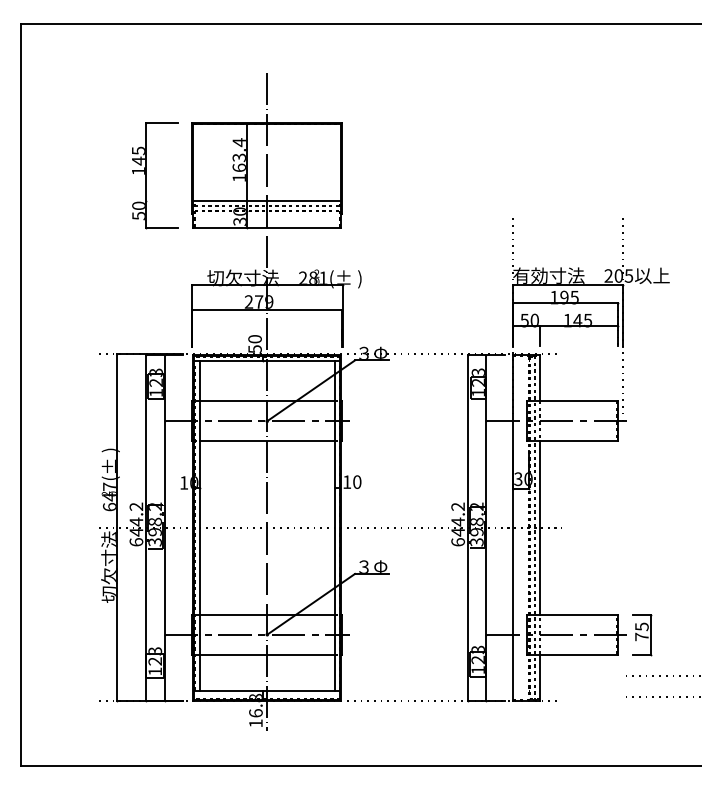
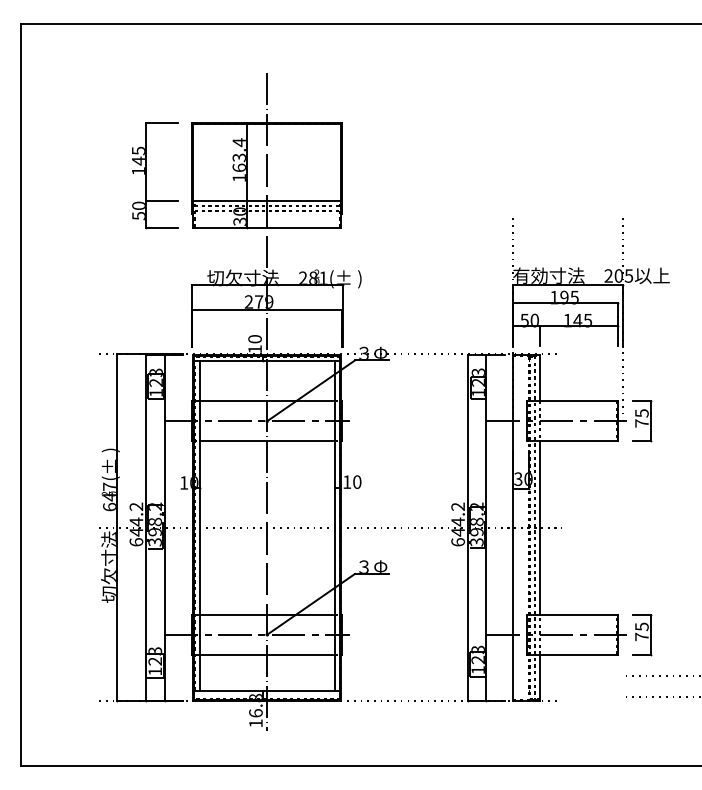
line at (161, 200): none -> present
text at (254, 349): 50 -> 10
part at (642, 421): none -> present
